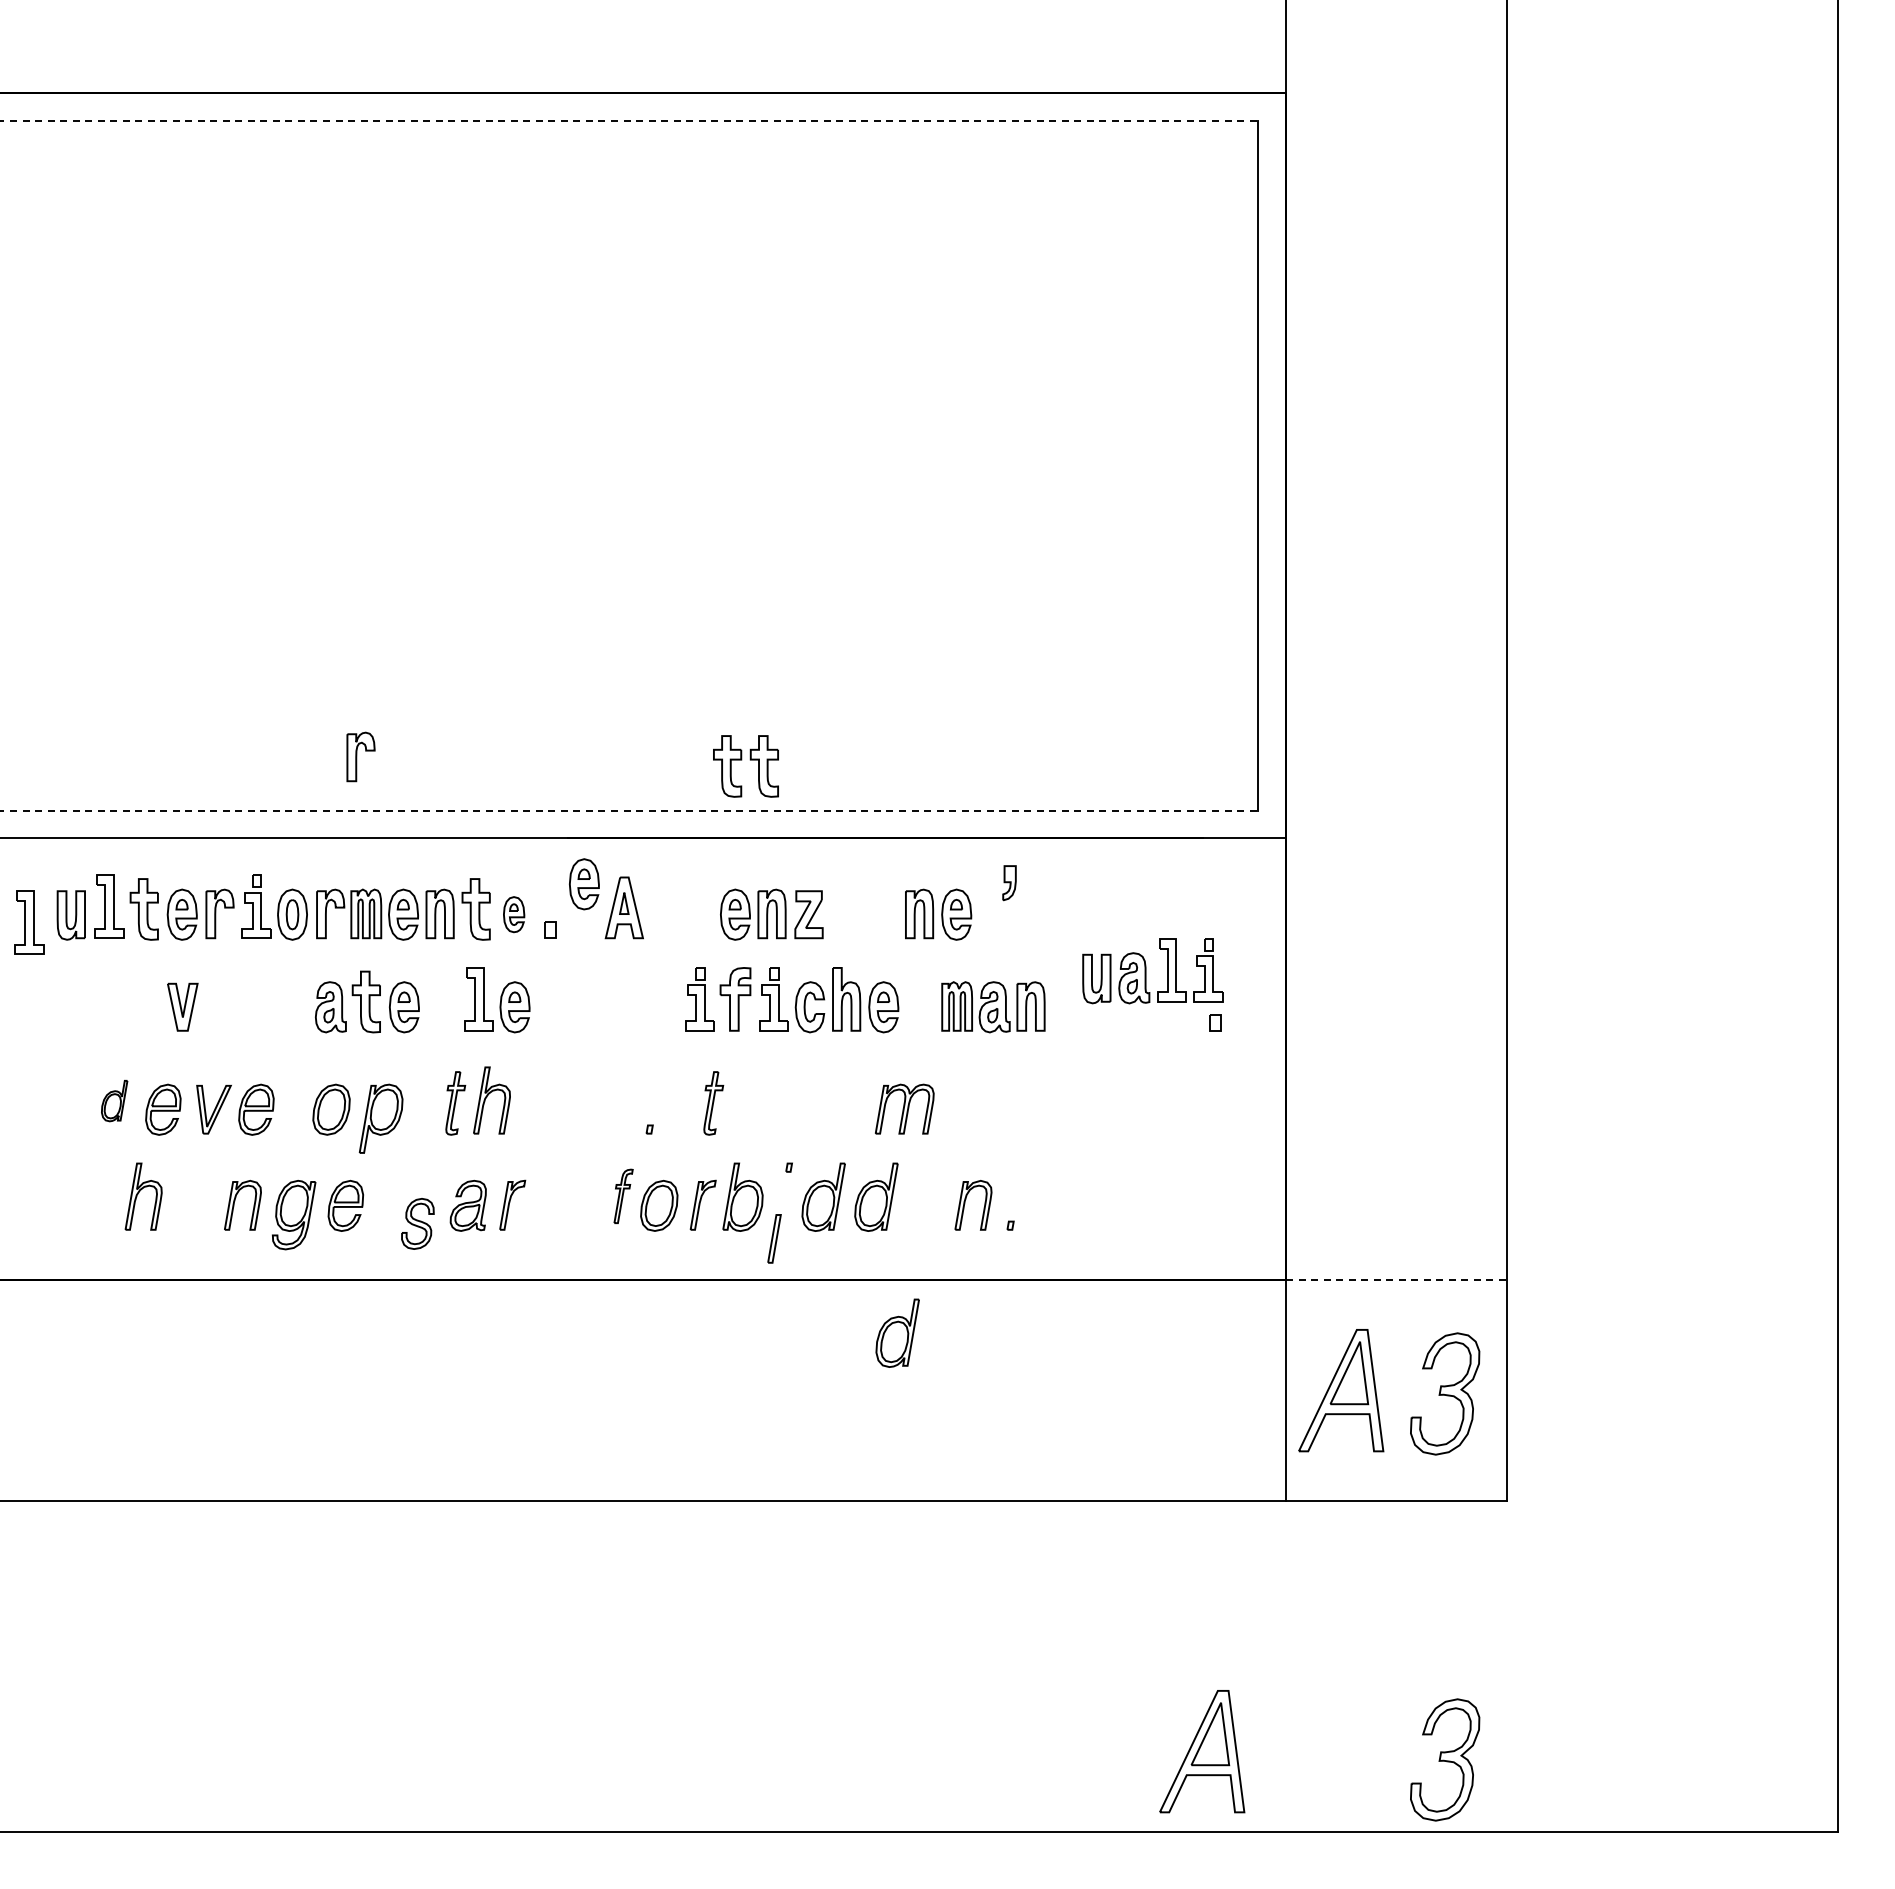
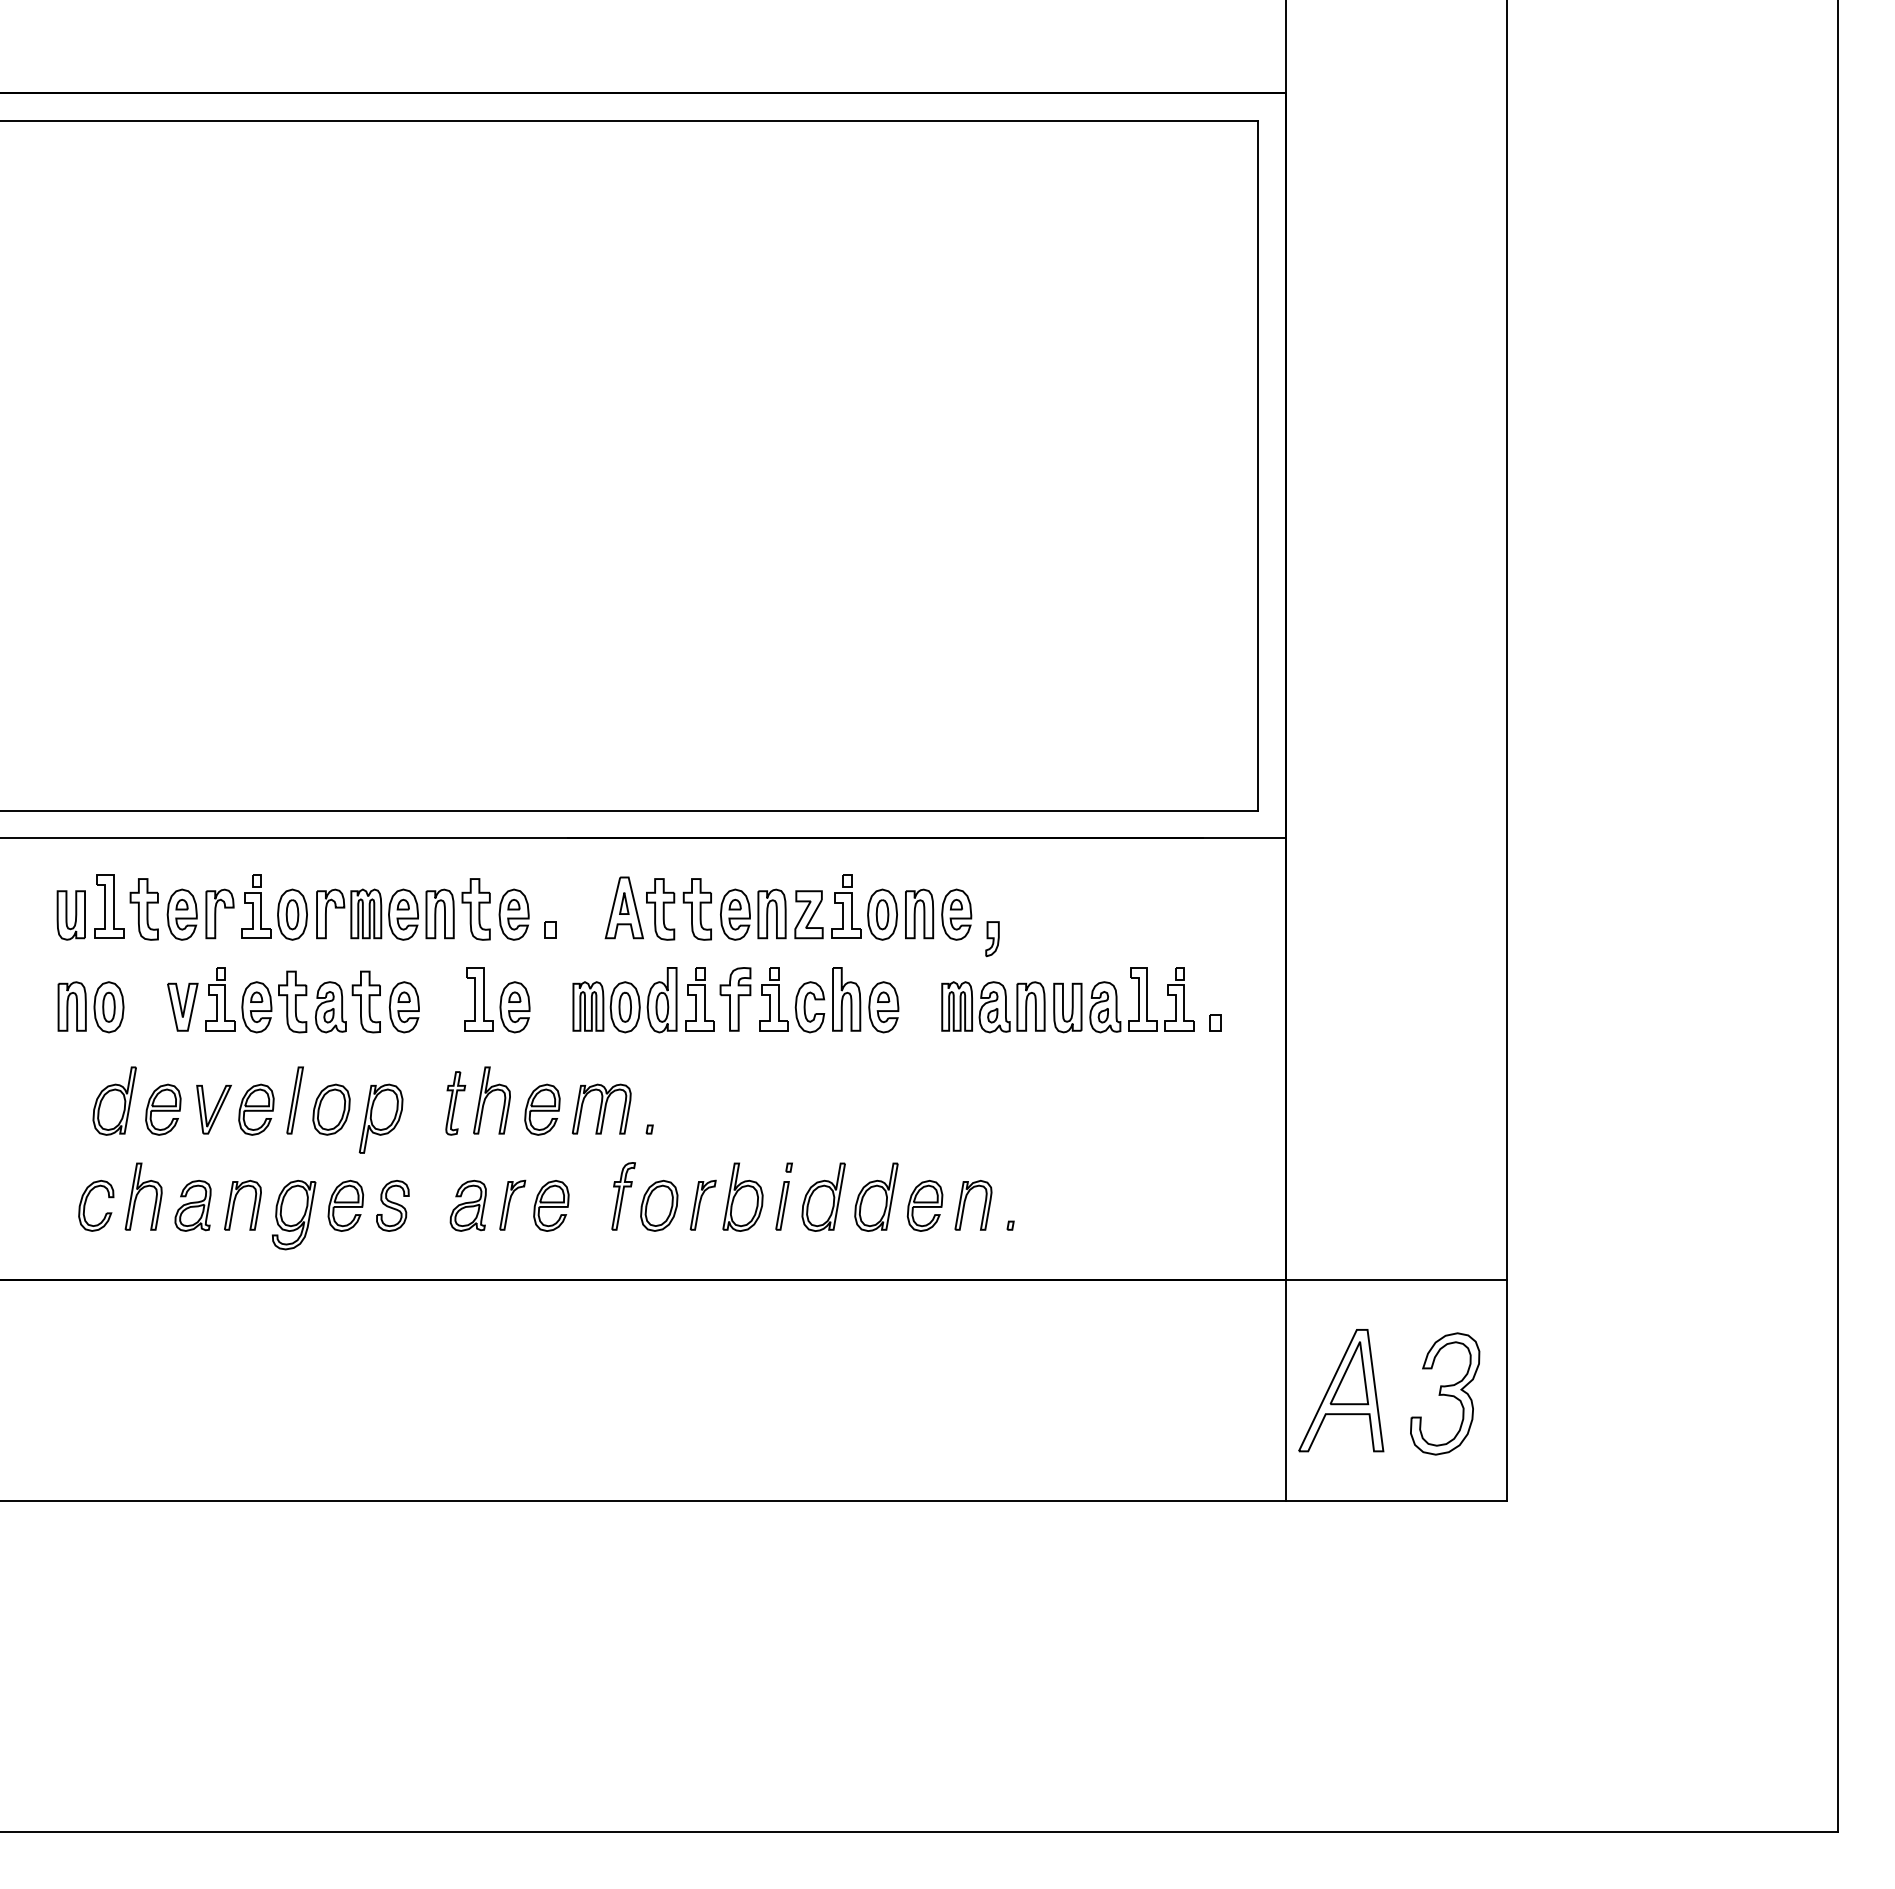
line at (629, 120): dashed -> solid
part at (360, 756): present -> none
part at (741, 760) position: (741, 760) -> (674, 903)
line at (629, 810): dashed -> solid
part at (1009, 883) position: (1009, 883) -> (992, 939)
part at (584, 884): present -> none
part at (864, 907): none -> present
part at (514, 914) size: 23x38 px -> 32x53 px
part at (29, 922): present -> none
part at (1152, 971) position: (1152, 971) -> (1123, 1000)
part at (256, 1000): none -> present
part at (624, 1000): none -> present
part at (90, 1007): none -> present
part at (294, 1100): none -> present
part at (114, 1101) size: 28x43 px -> 45x70 px
part at (713, 1103): present -> none
part at (904, 1108) position: (904, 1108) -> (601, 1108)
part at (542, 1109): none -> present
part at (623, 1195) size: 21x56 px -> 25x69 px
part at (86, 1202): none -> present
part at (192, 1205): none -> present
part at (551, 1205): none -> present
part at (924, 1205): none -> present
part at (417, 1223) position: (417, 1223) -> (392, 1205)
part at (774, 1238) position: (774, 1238) -> (782, 1205)
line at (1396, 1280): dashed -> solid
part at (897, 1332): present -> none
part at (1202, 1751): present -> none
part at (1445, 1759): present -> none
